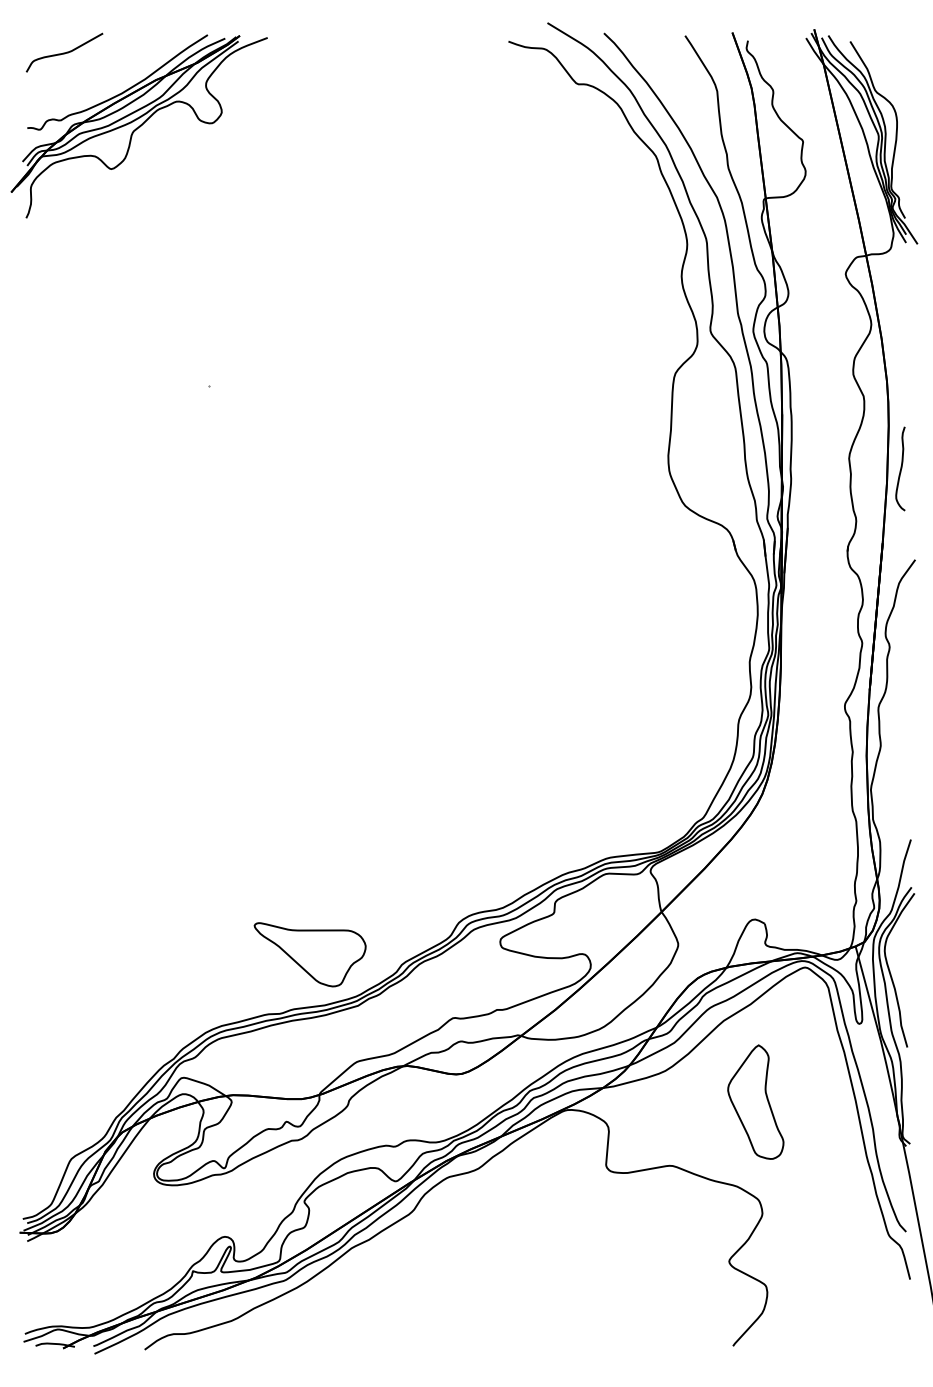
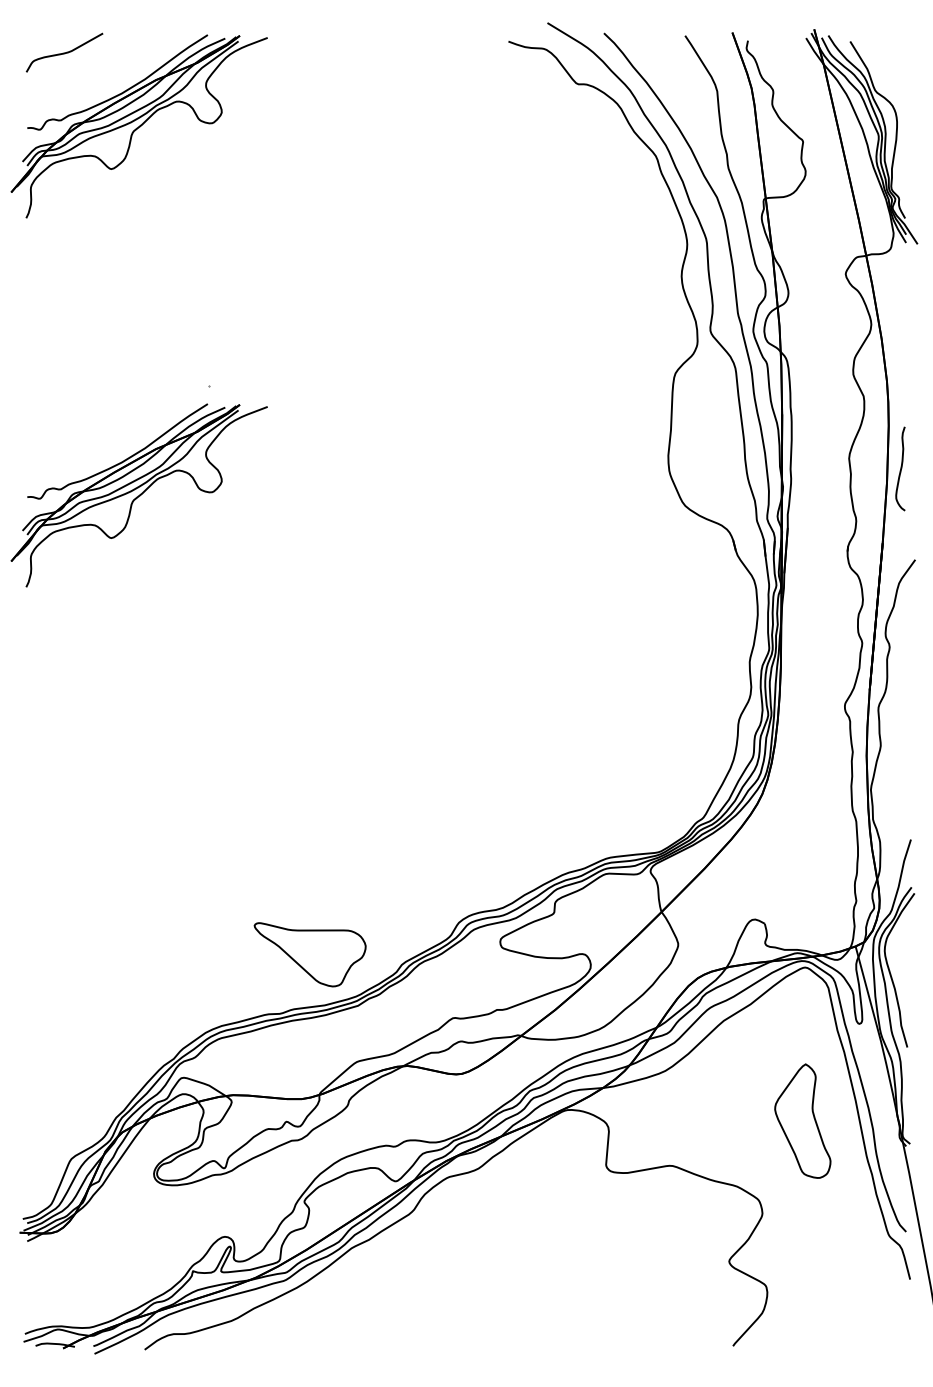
part at (138, 495): none -> present
part at (755, 1101) position: (755, 1101) -> (802, 1120)
